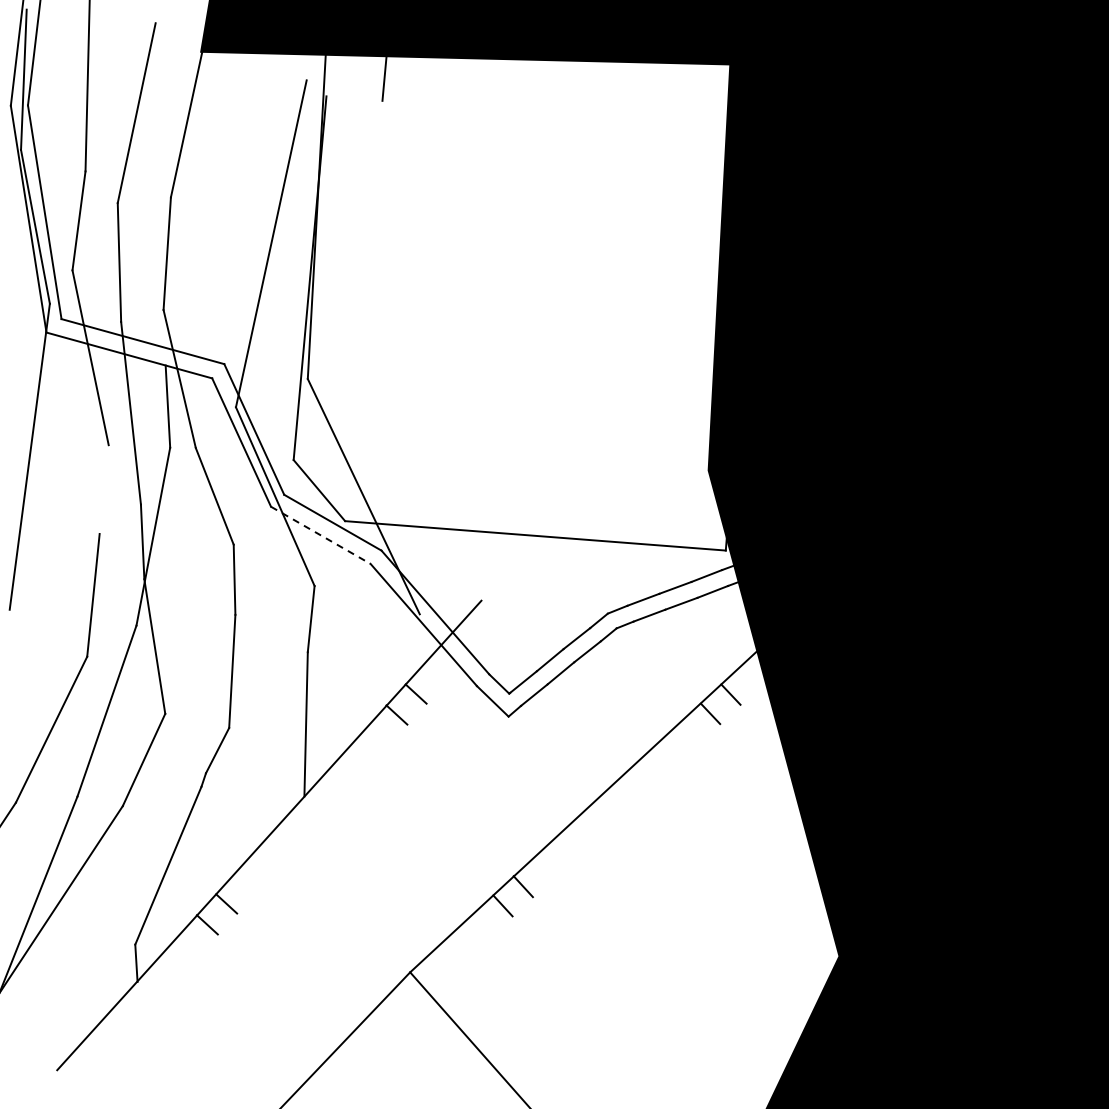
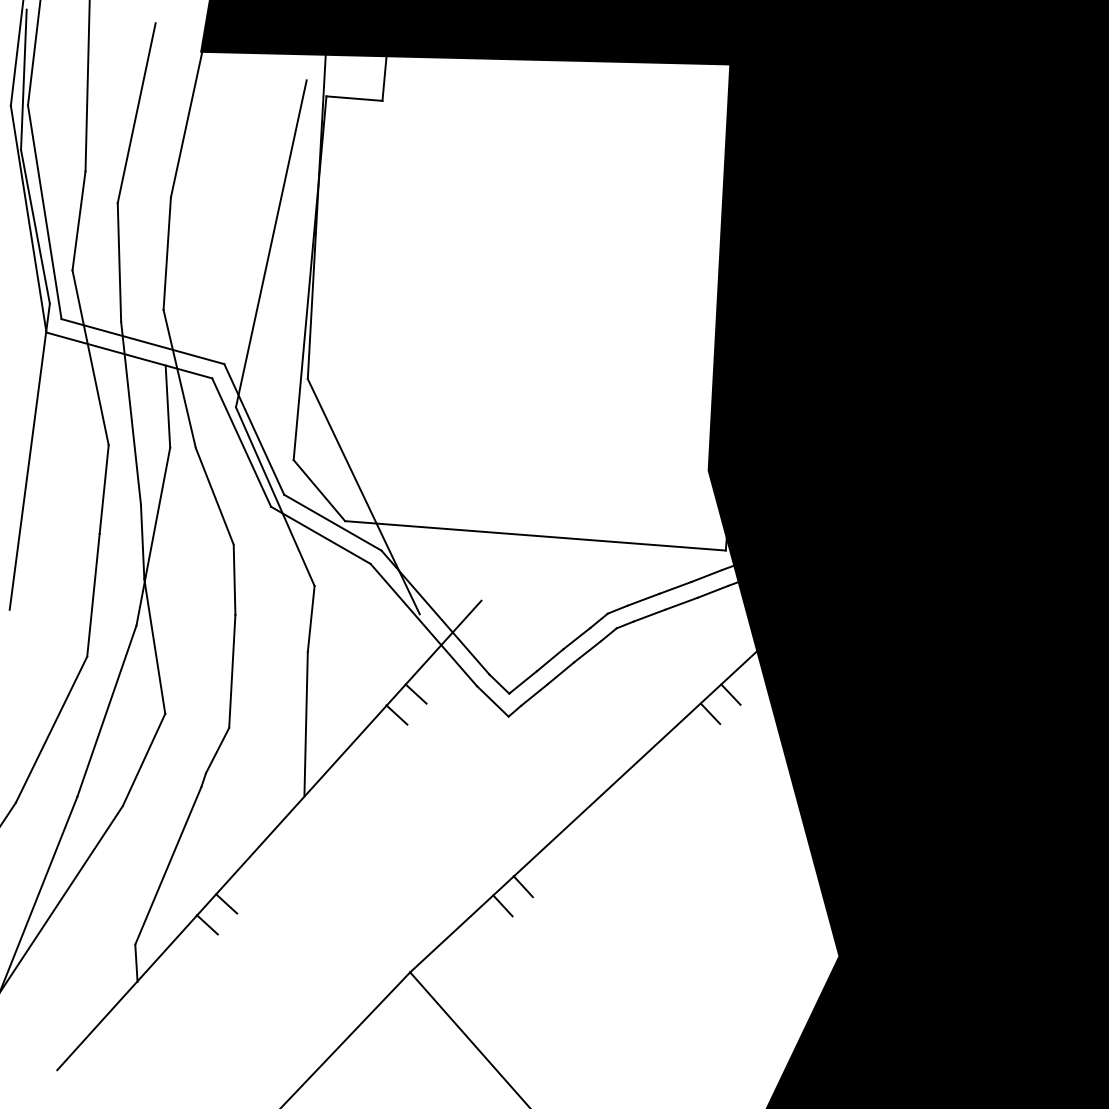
line at (354, 98): none -> present
line at (103, 489): none -> present
line at (321, 535): dashed -> solid
